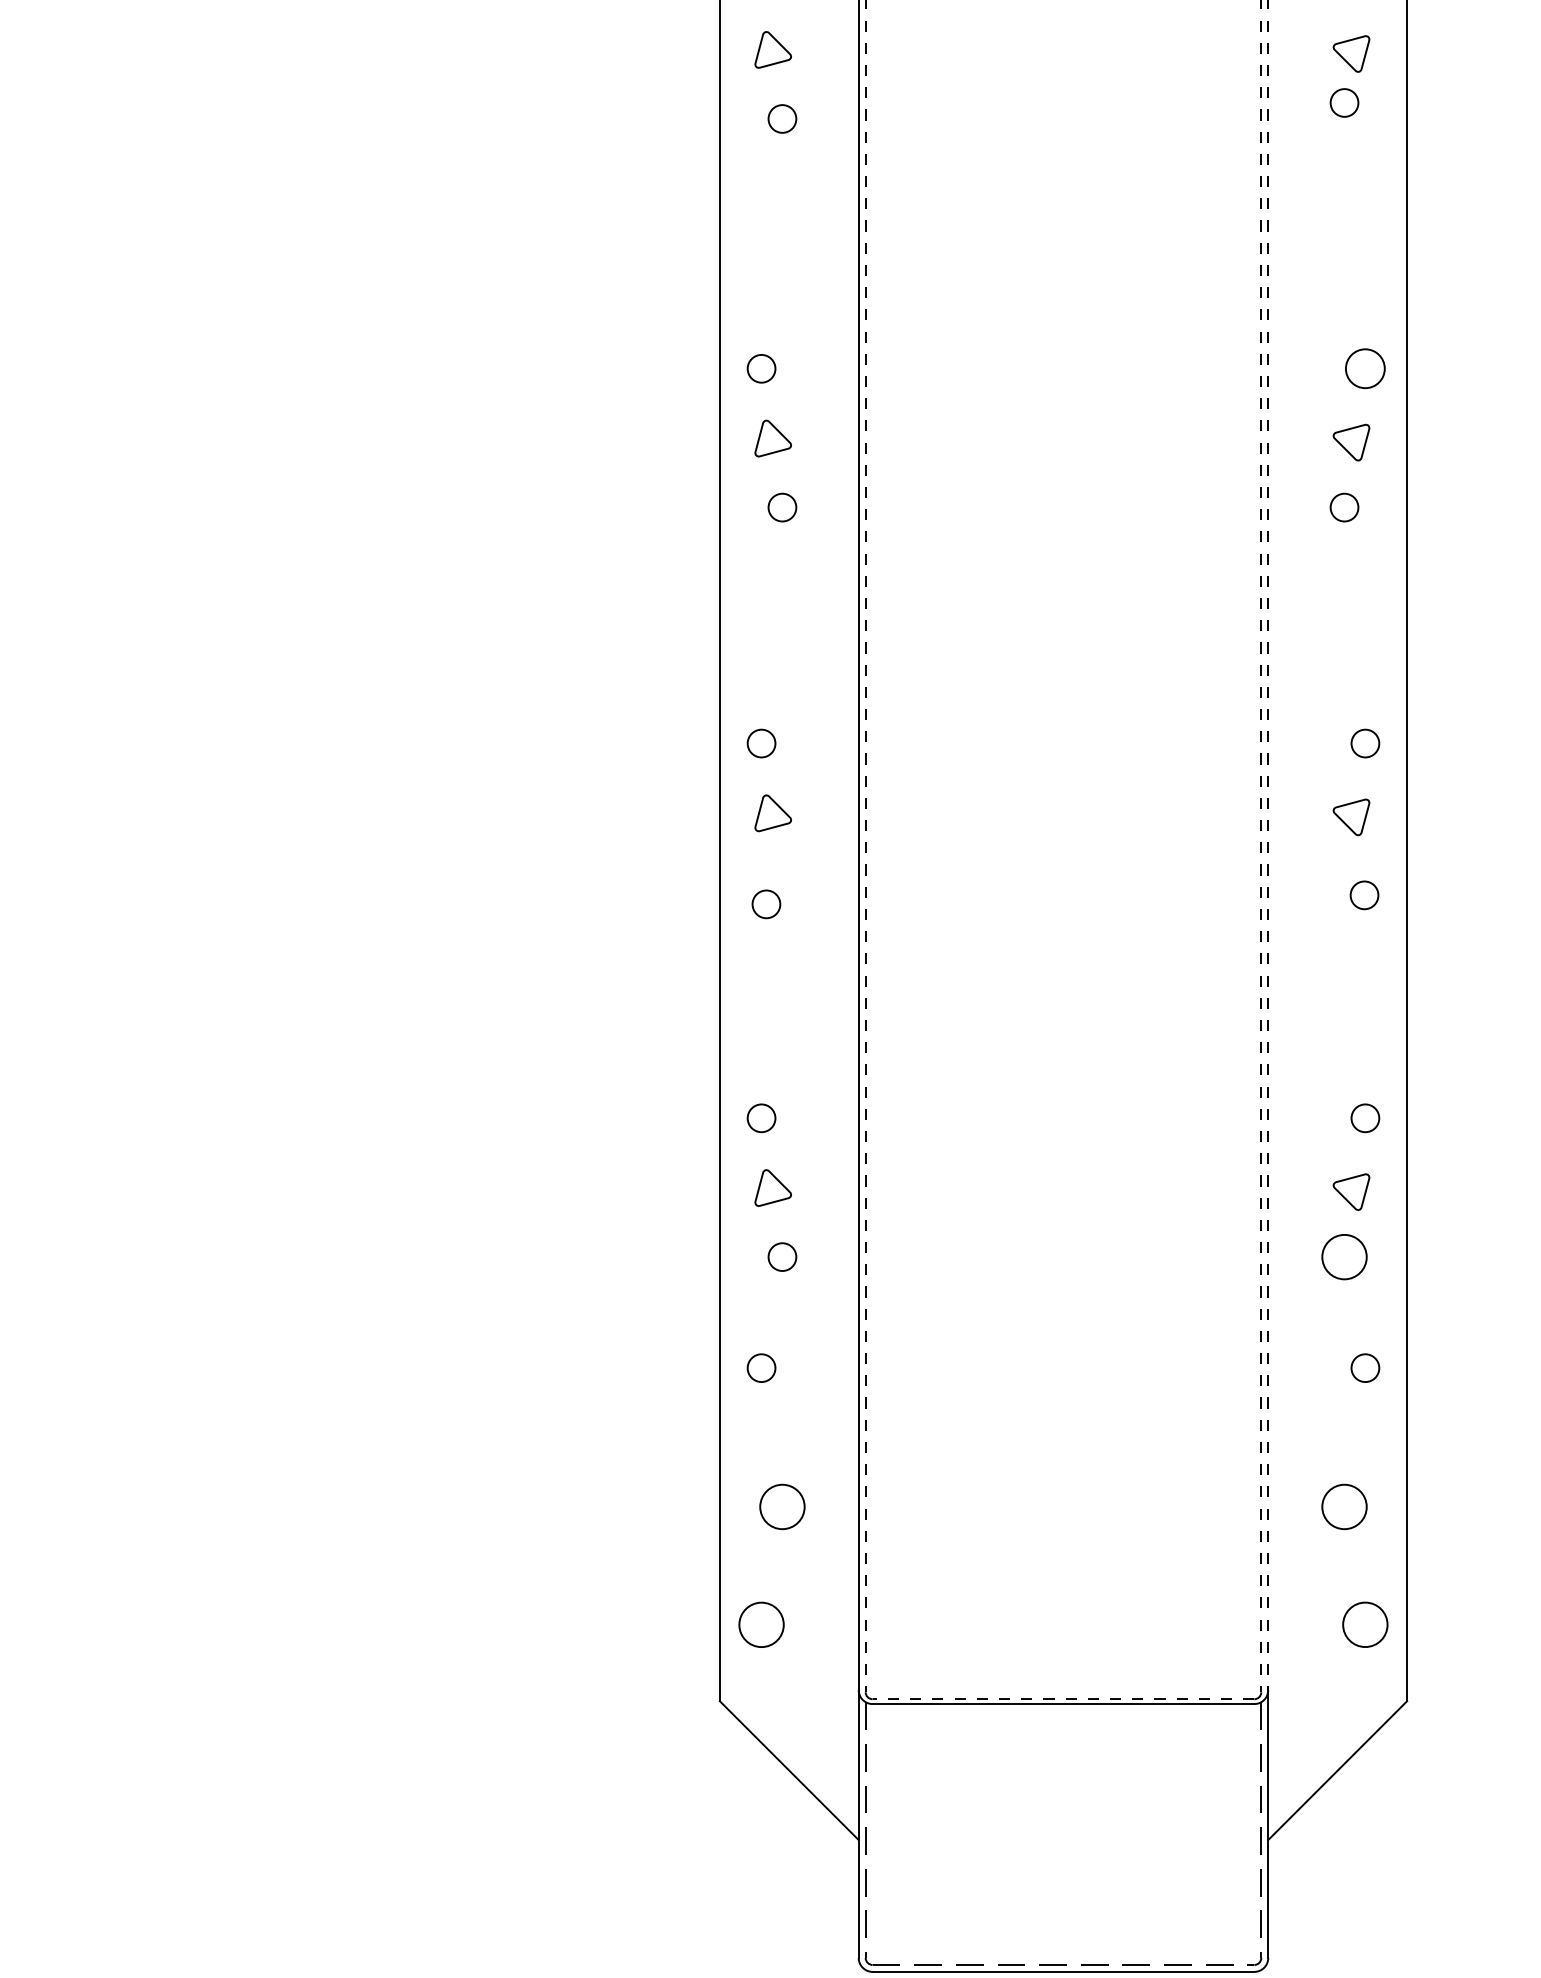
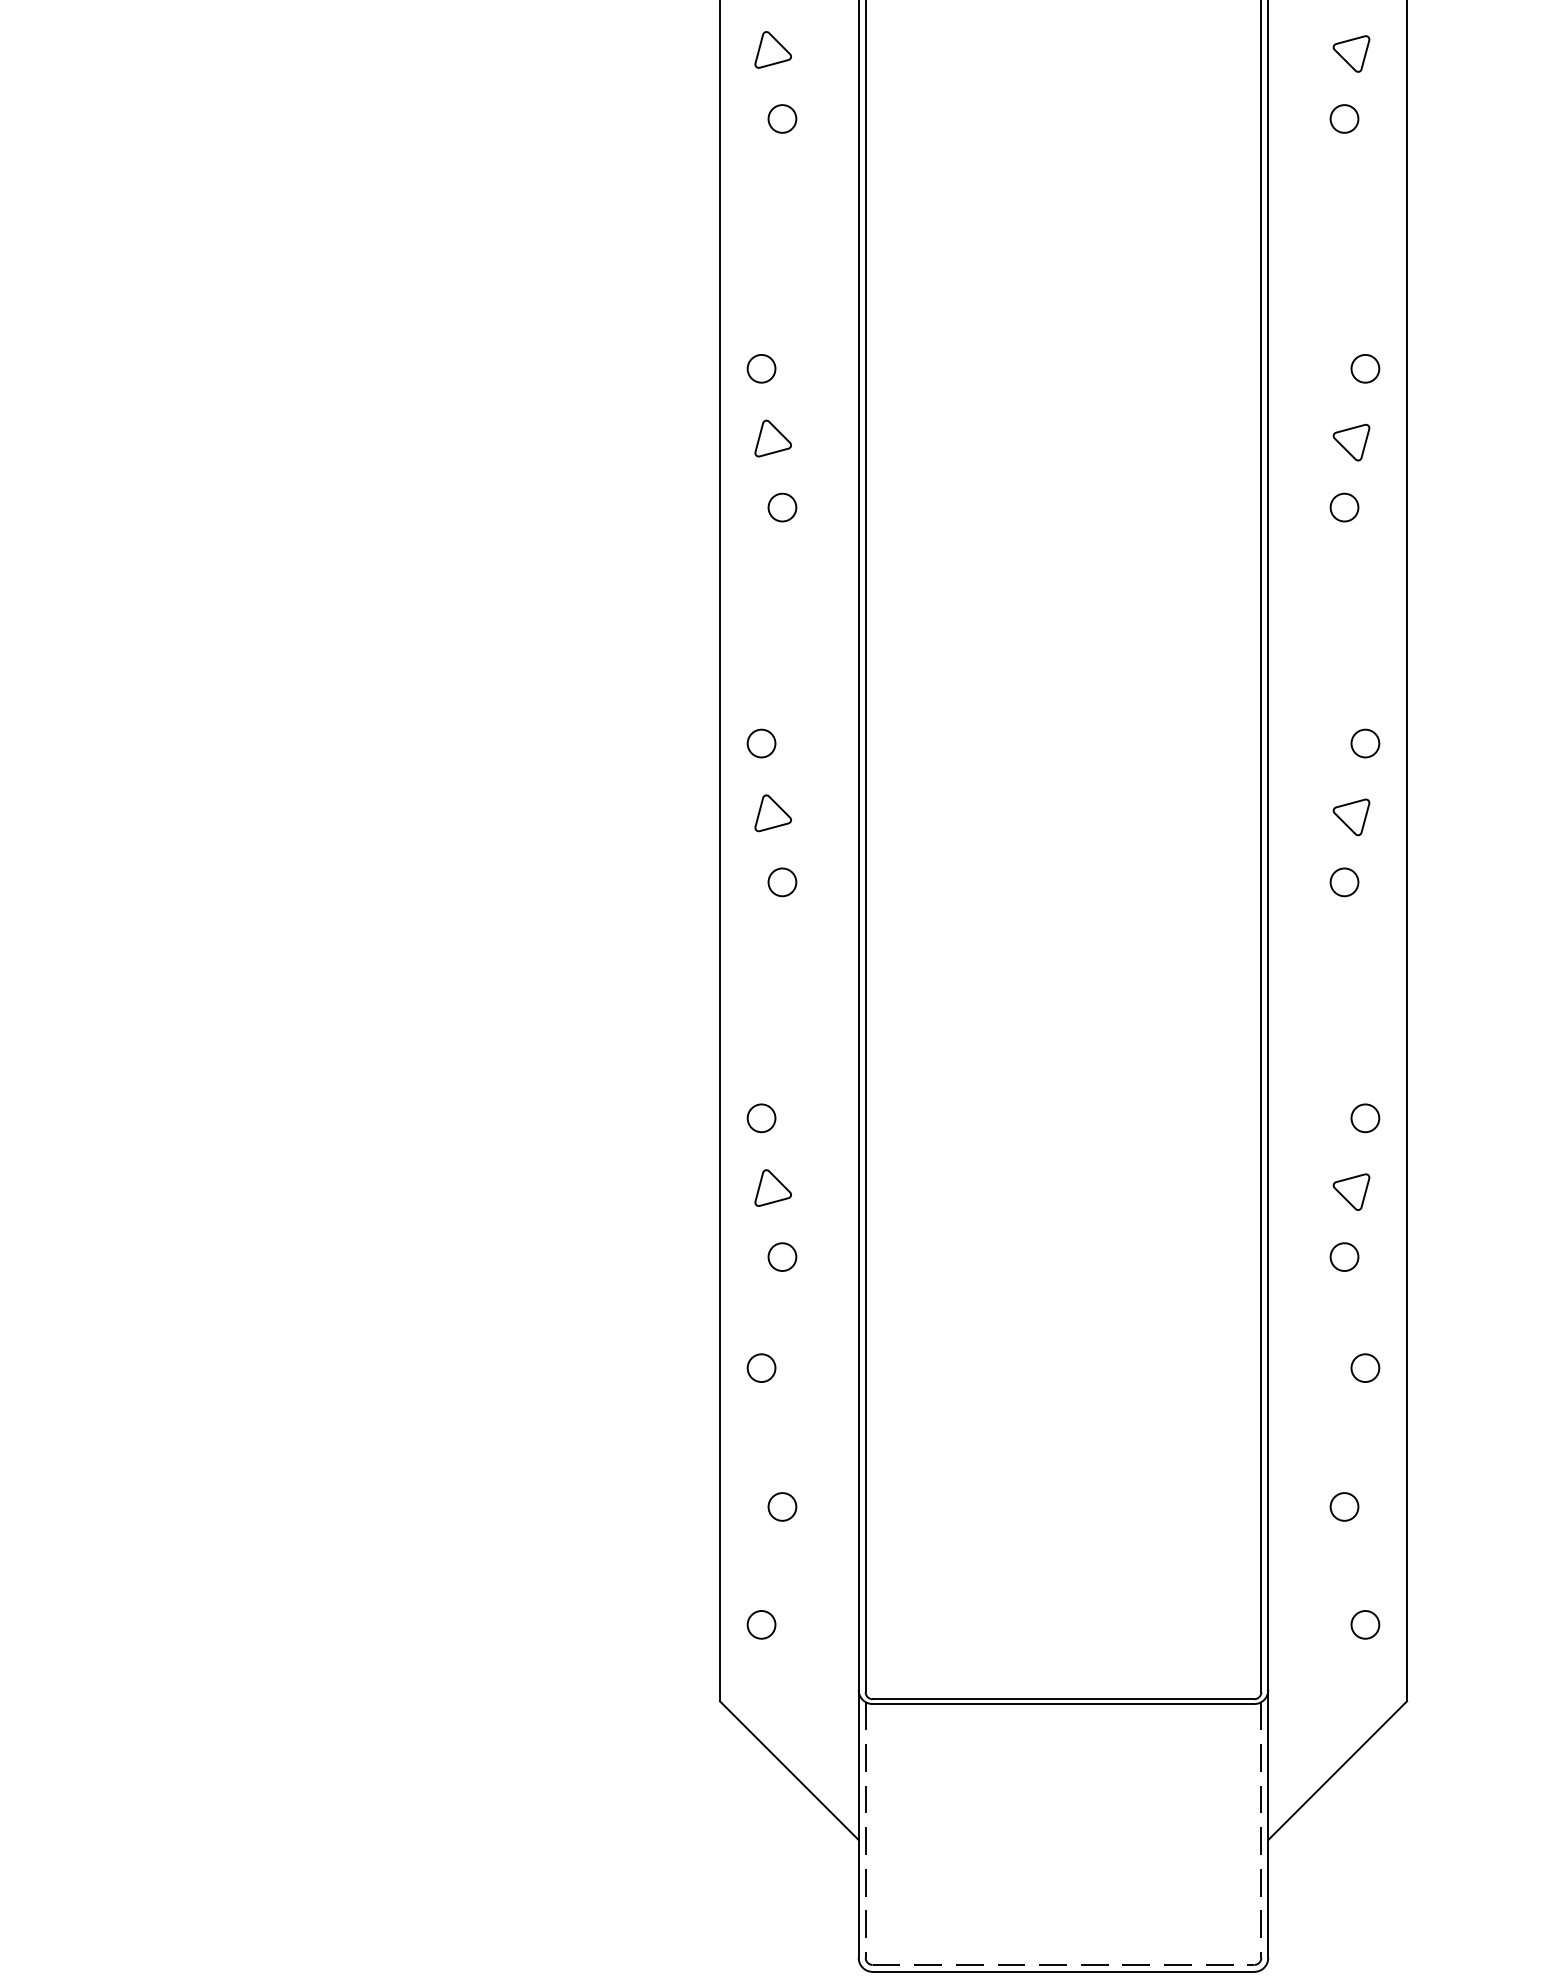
circle at (1344, 102) position: (1344, 102) -> (1344, 118)
circle at (1365, 368) size: 41x42 px -> 31x30 px
line at (1268, 845): dashed -> solid
line at (865, 846): dashed -> solid
line at (1261, 846): dashed -> solid
circle at (1364, 895) position: (1364, 895) -> (1344, 882)
circle at (766, 904) position: (766, 904) -> (782, 882)
circle at (1344, 1256) diameter: 44 px -> 28 px
circle at (782, 1506) diameter: 44 px -> 28 px
circle at (1344, 1506) diameter: 44 px -> 28 px
circle at (761, 1624) diameter: 44 px -> 28 px
circle at (1365, 1624) size: 47x47 px -> 31x30 px
line at (1063, 1699): dashed -> solid
